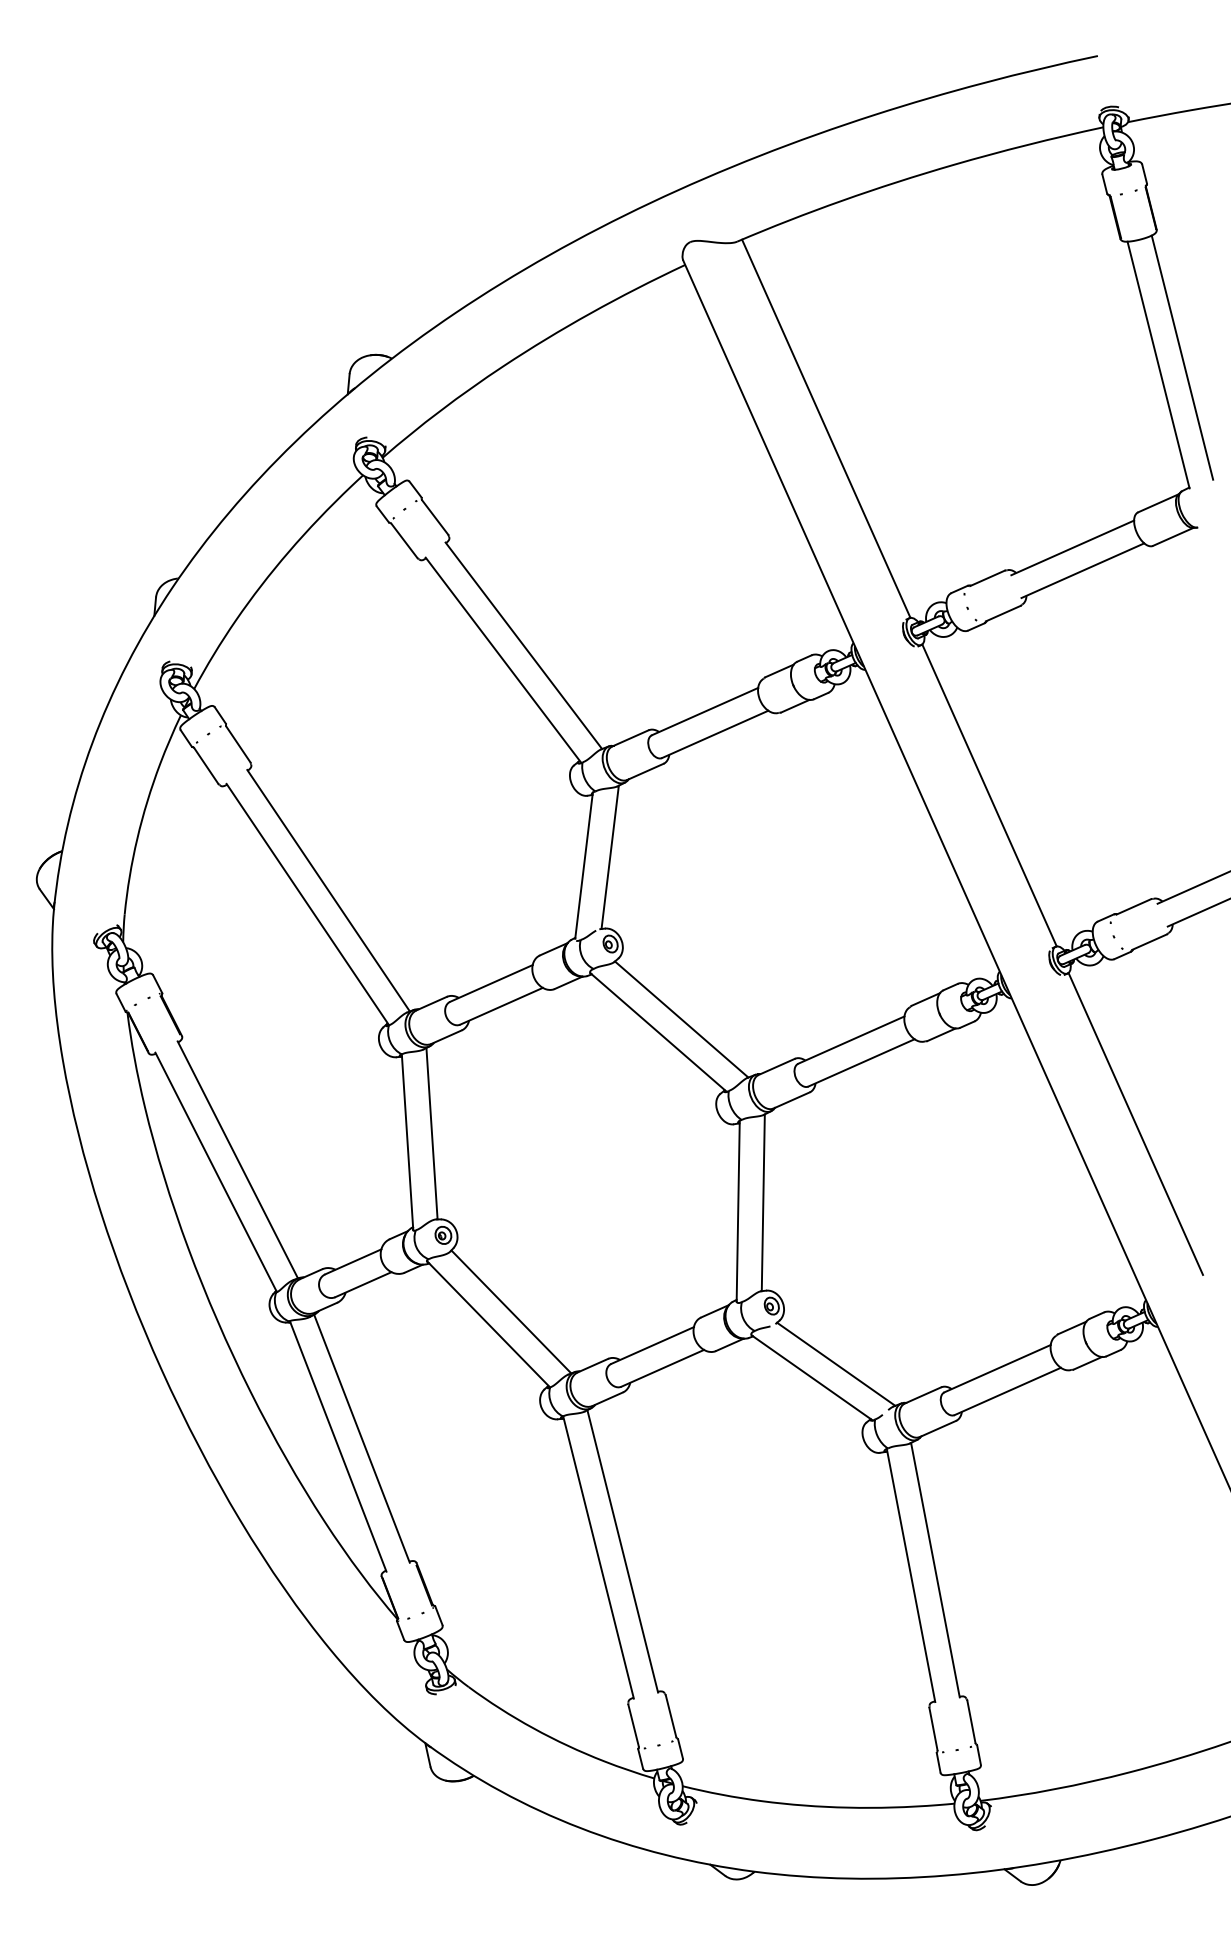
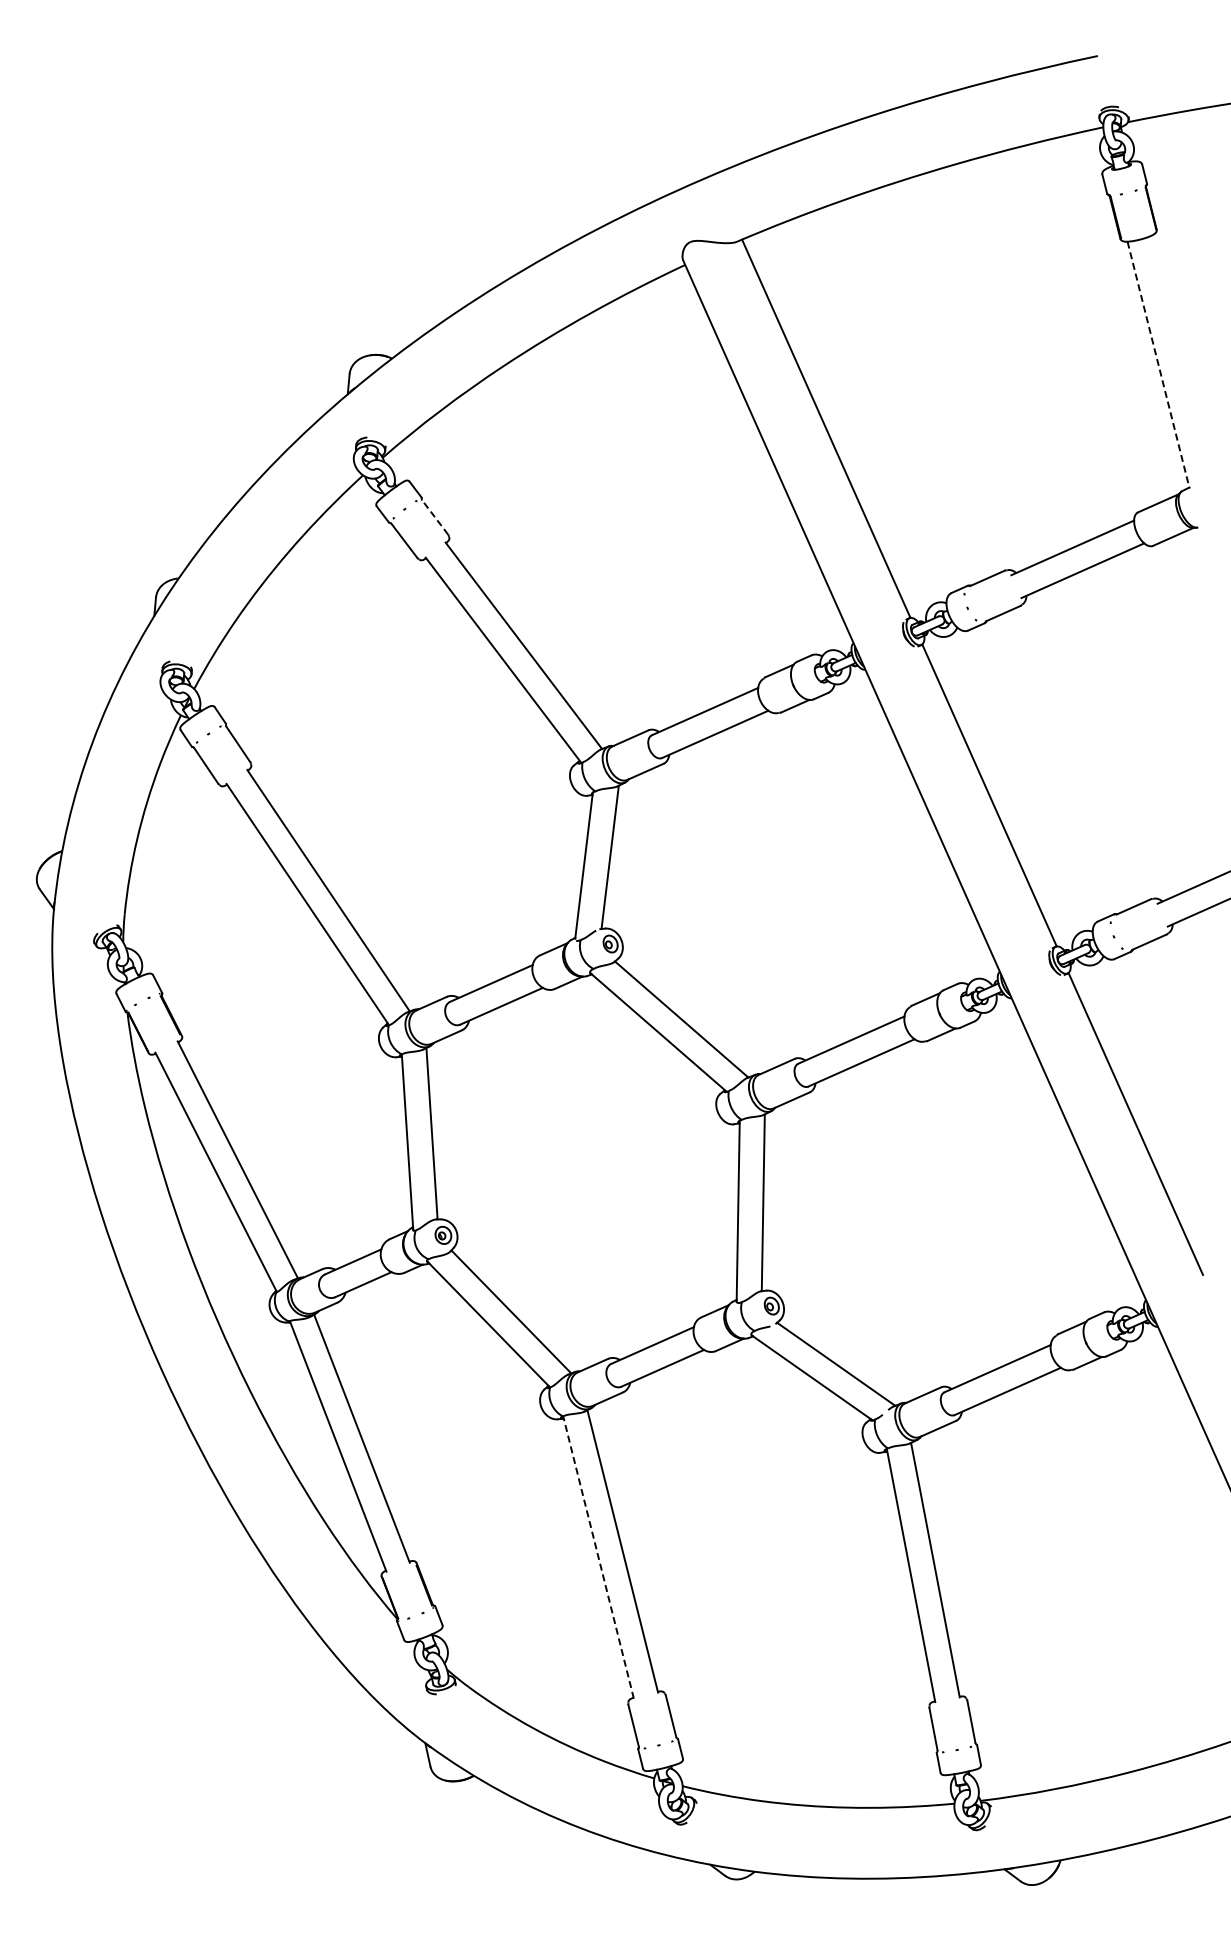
line at (1182, 357): present -> none
line at (1158, 365): solid -> dashed
line at (434, 517): solid -> dashed
line at (598, 1557): solid -> dashed
